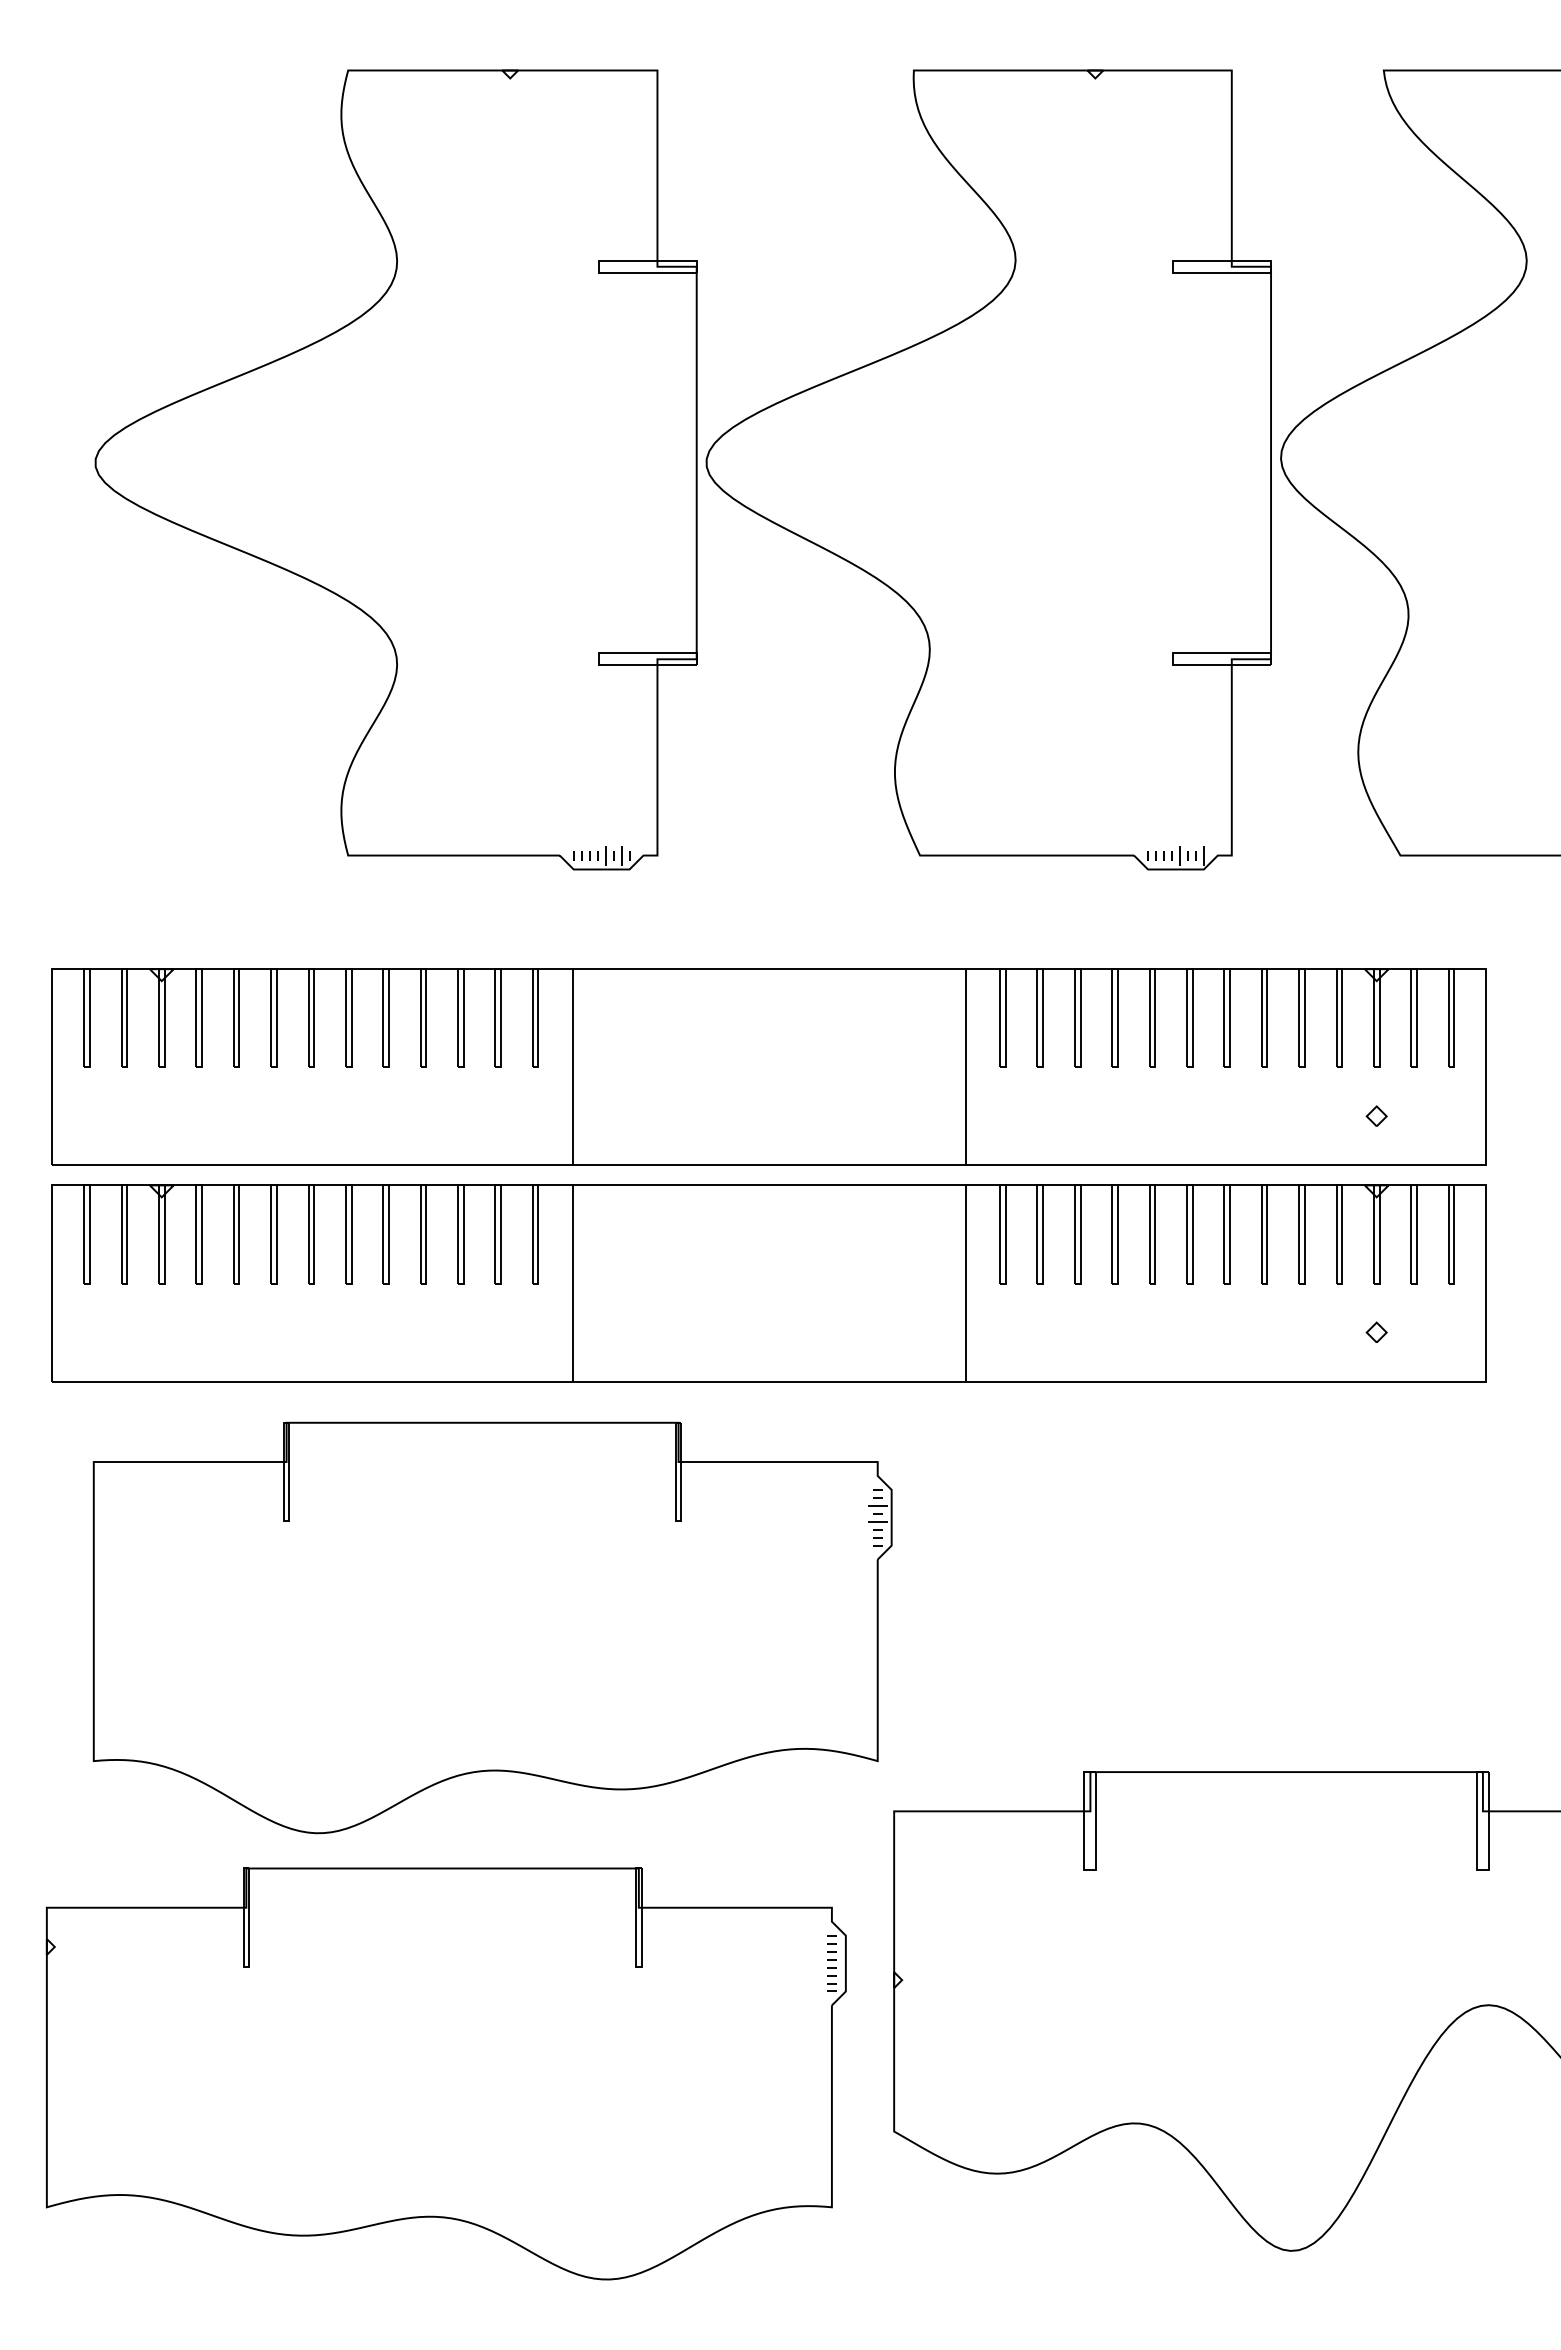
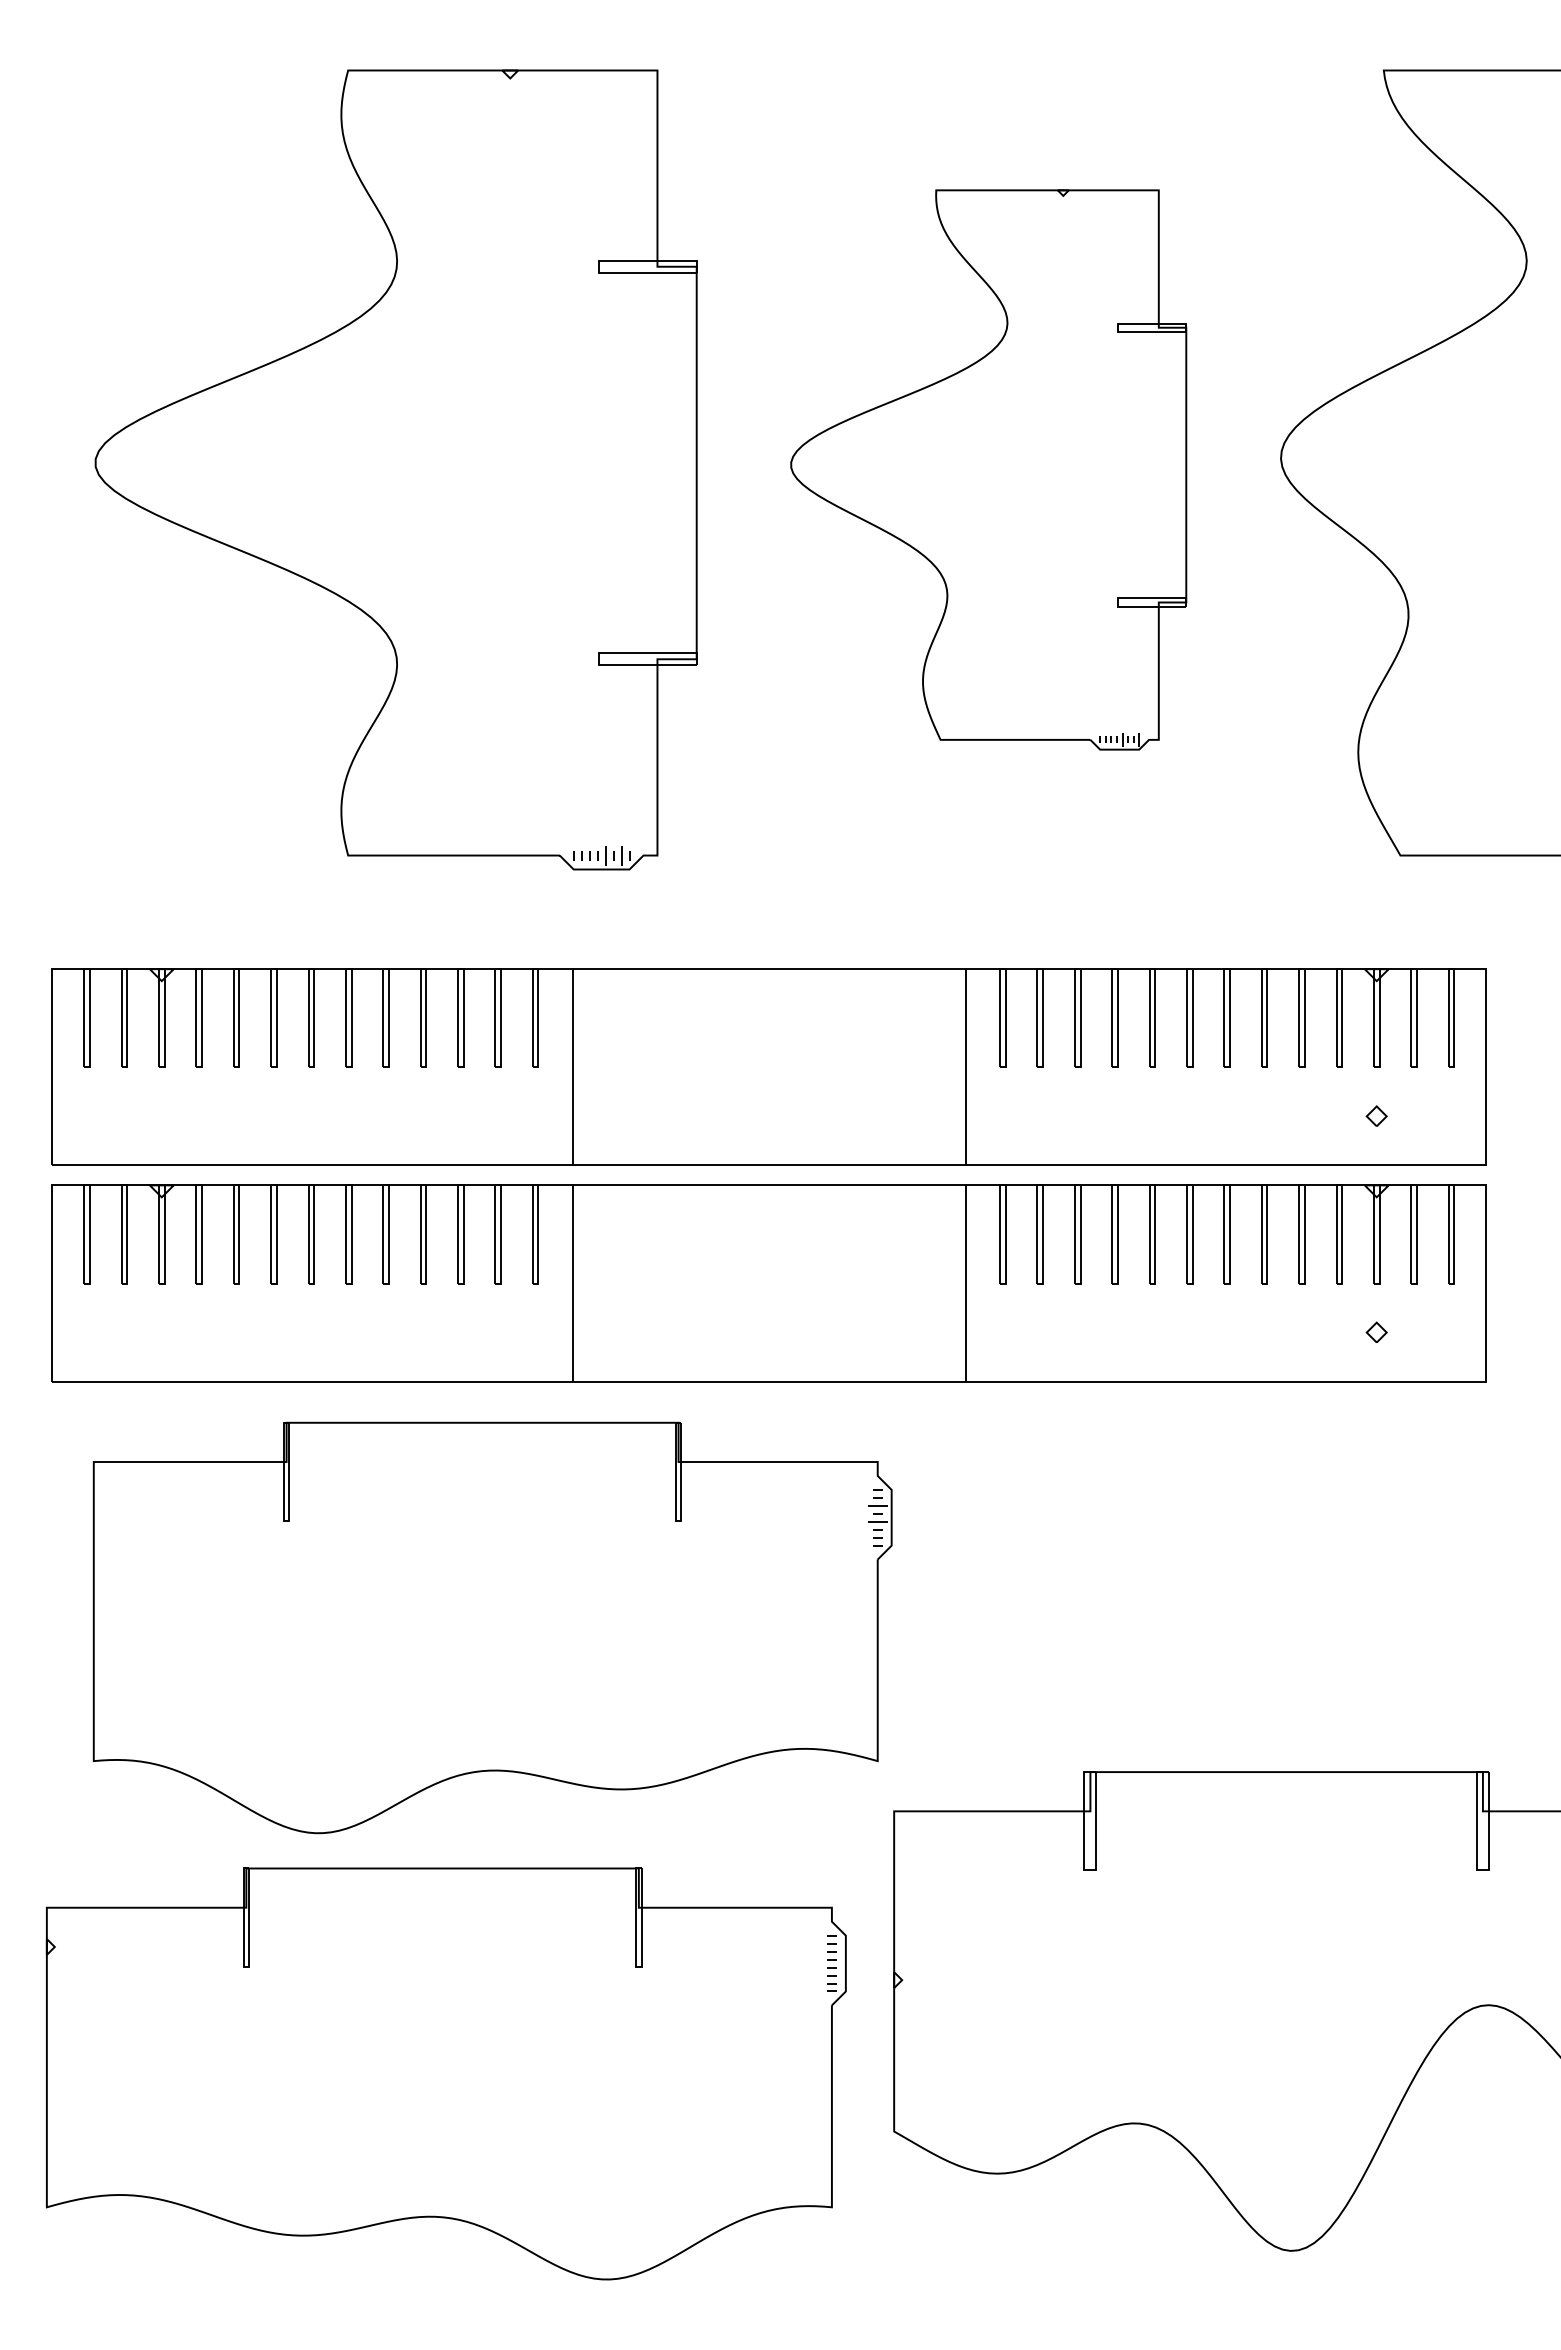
part at (988, 469) size: 567x802 px -> 398x562 px
